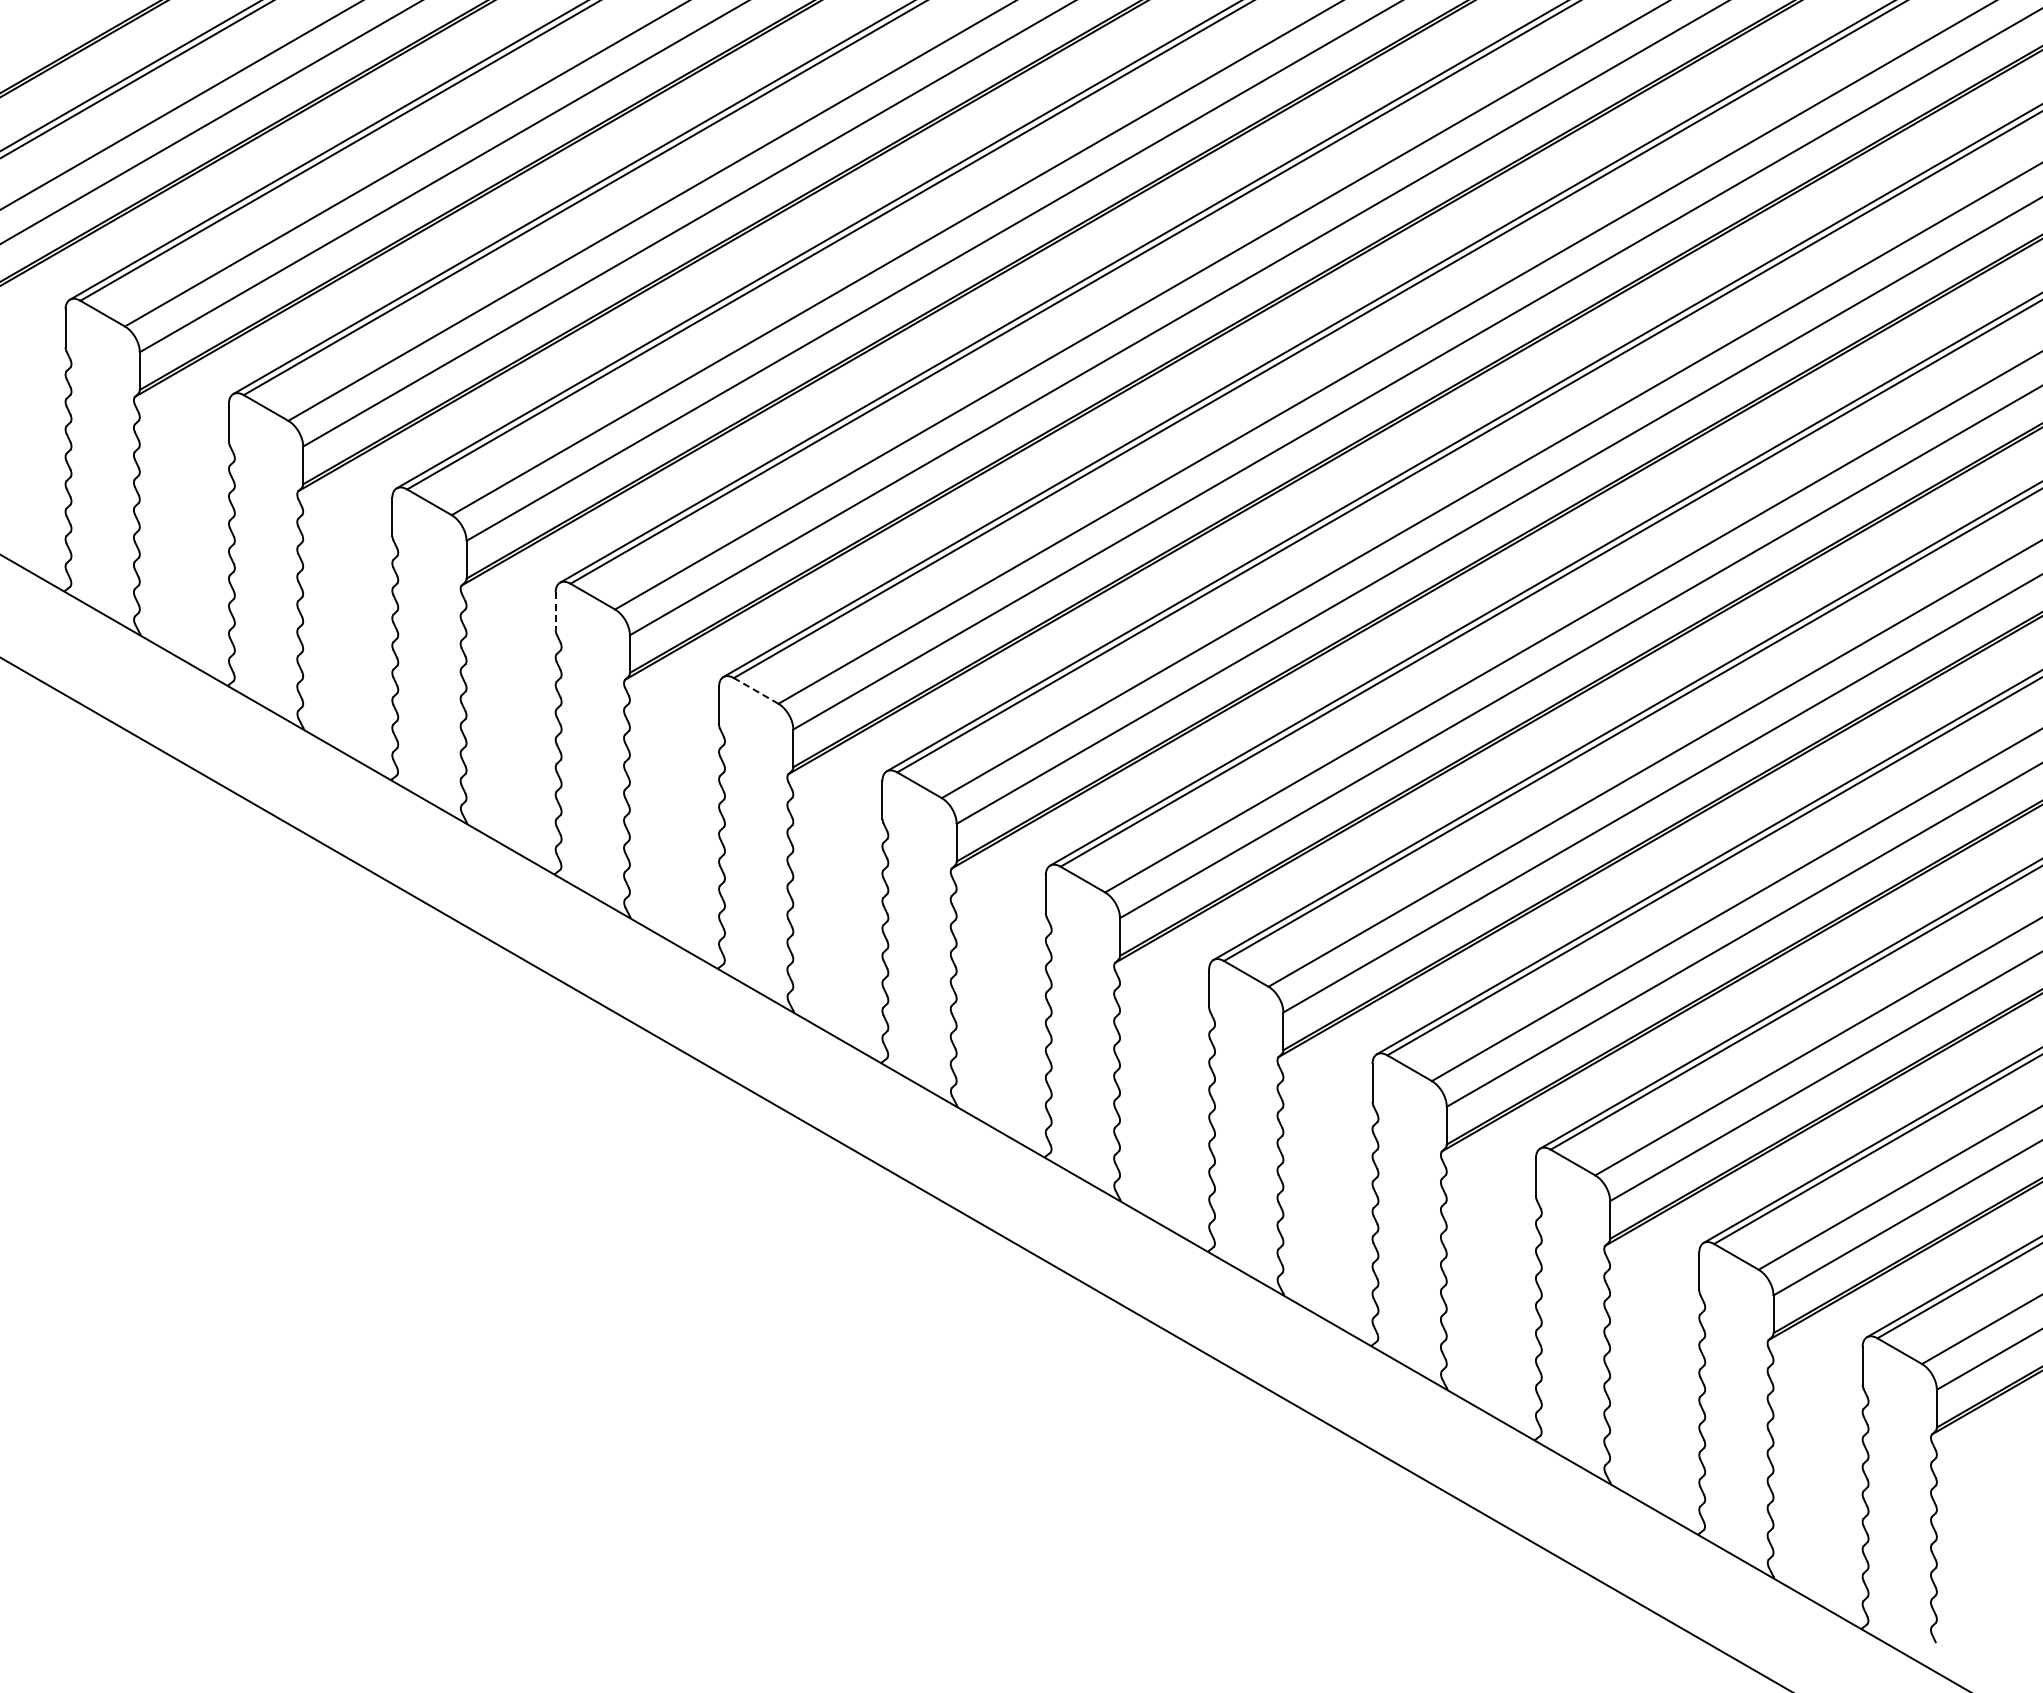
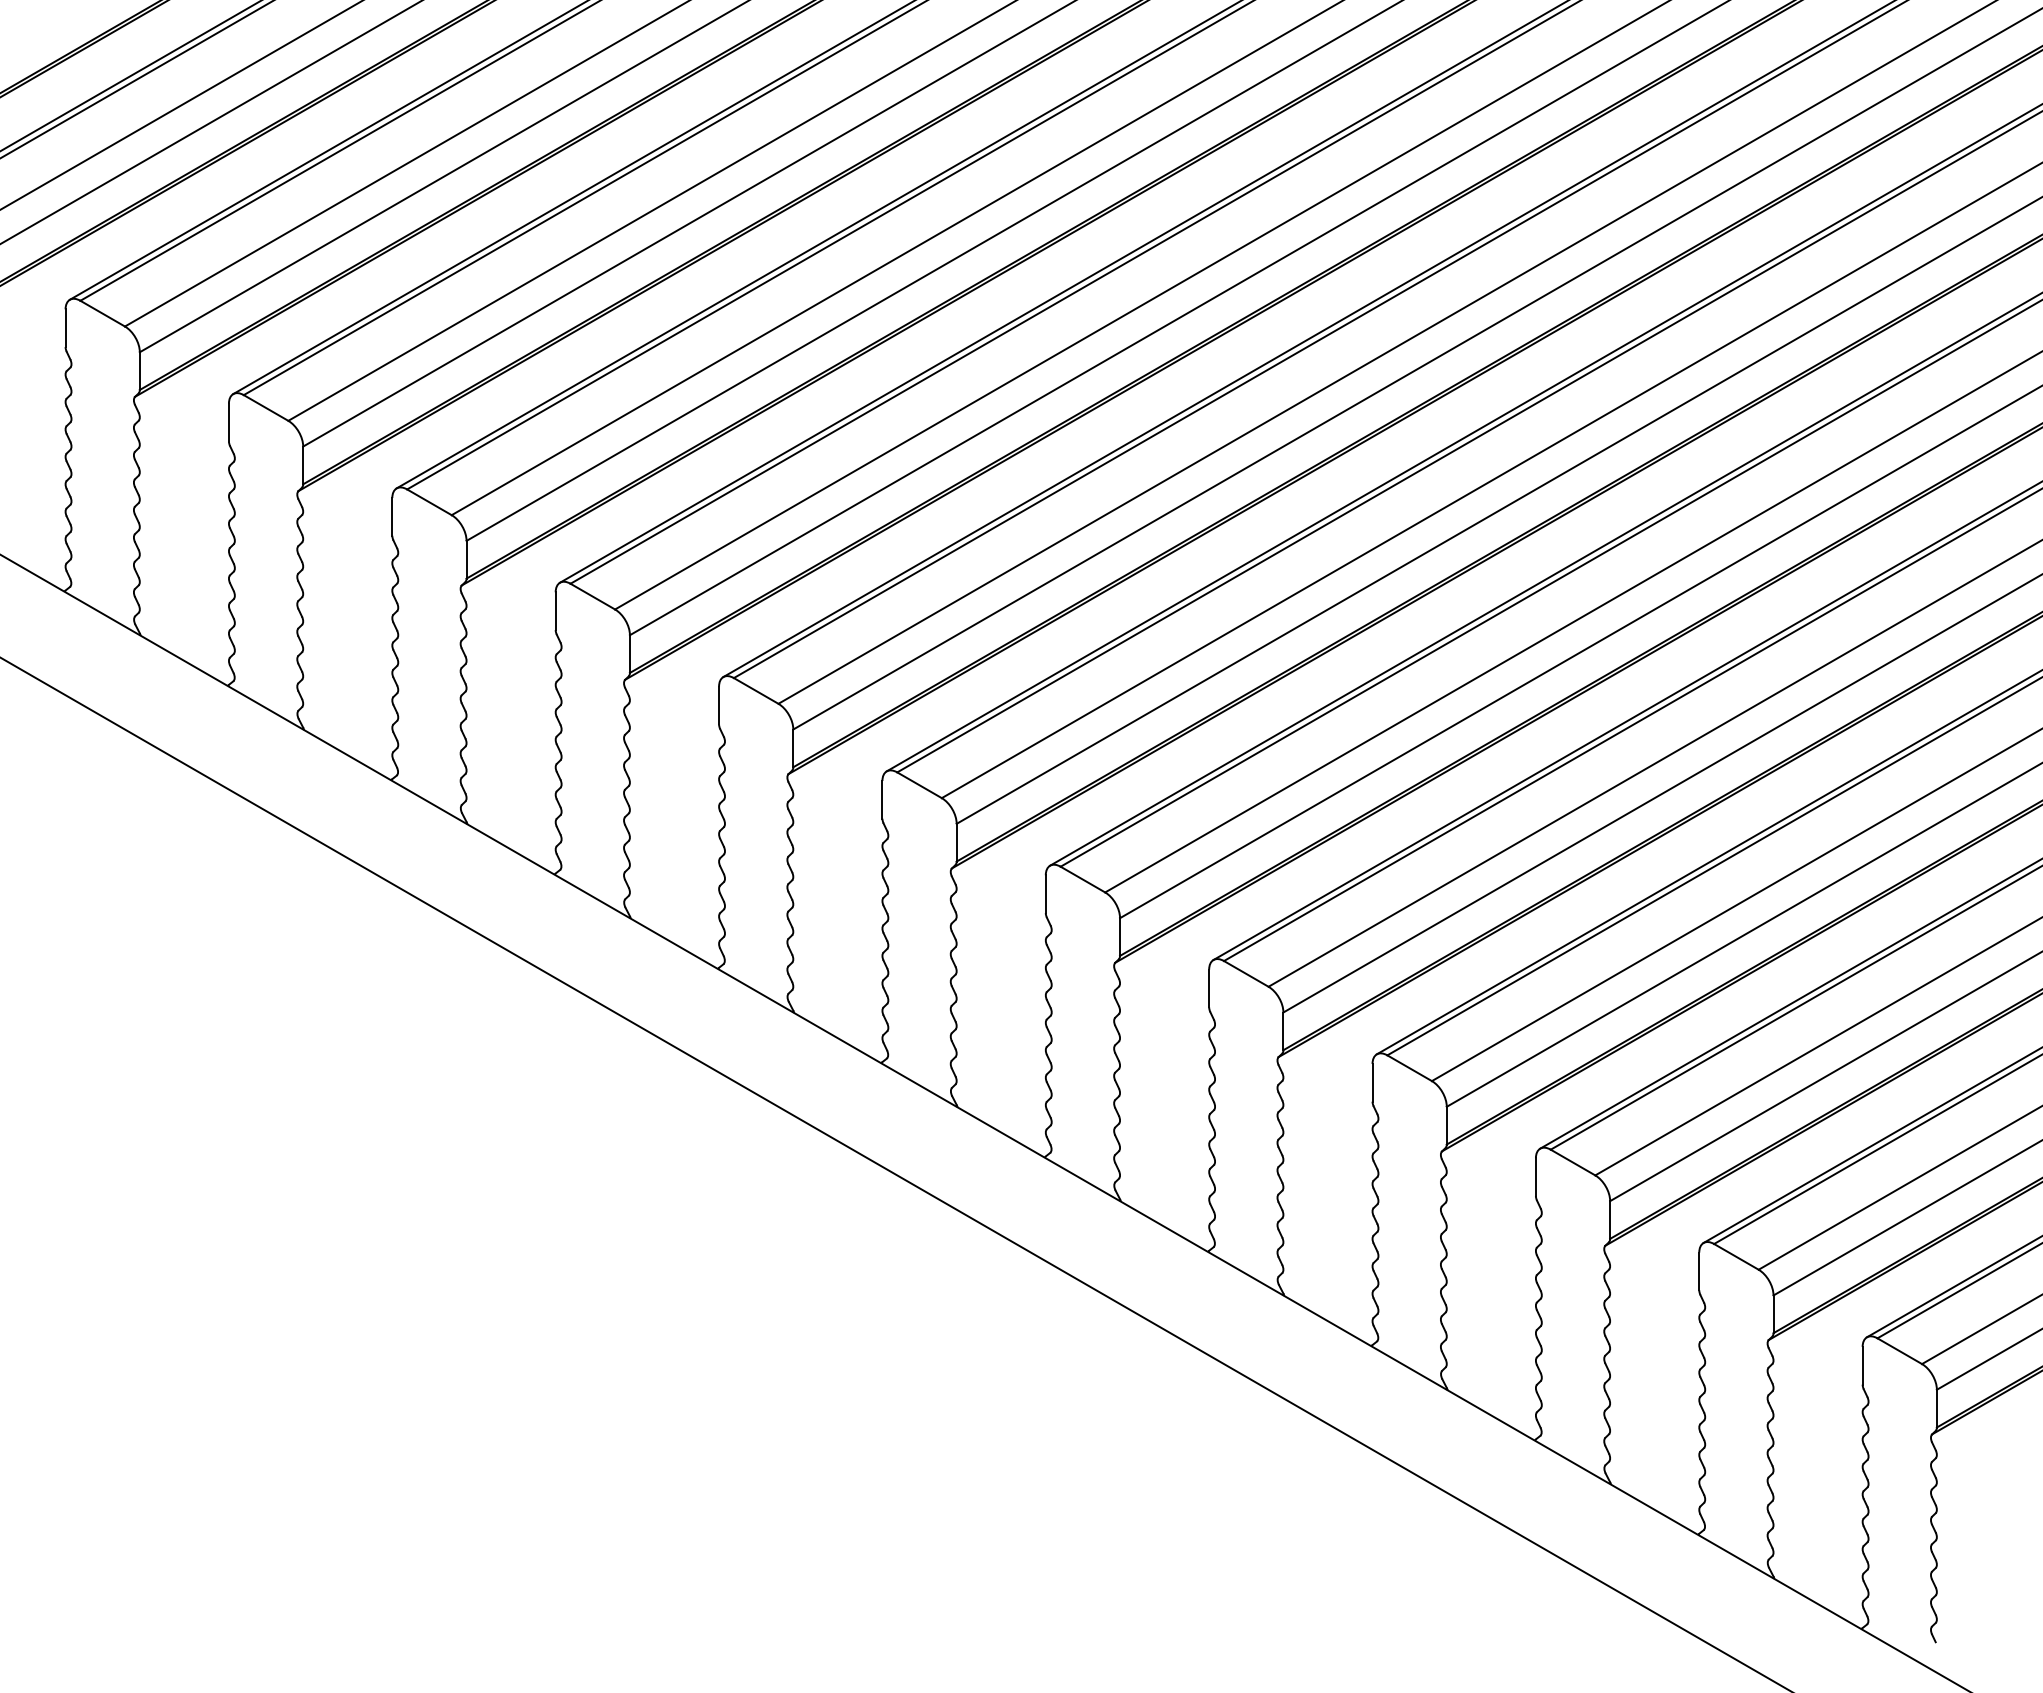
line at (555, 611): dashed -> solid
line at (756, 690): dashed -> solid
